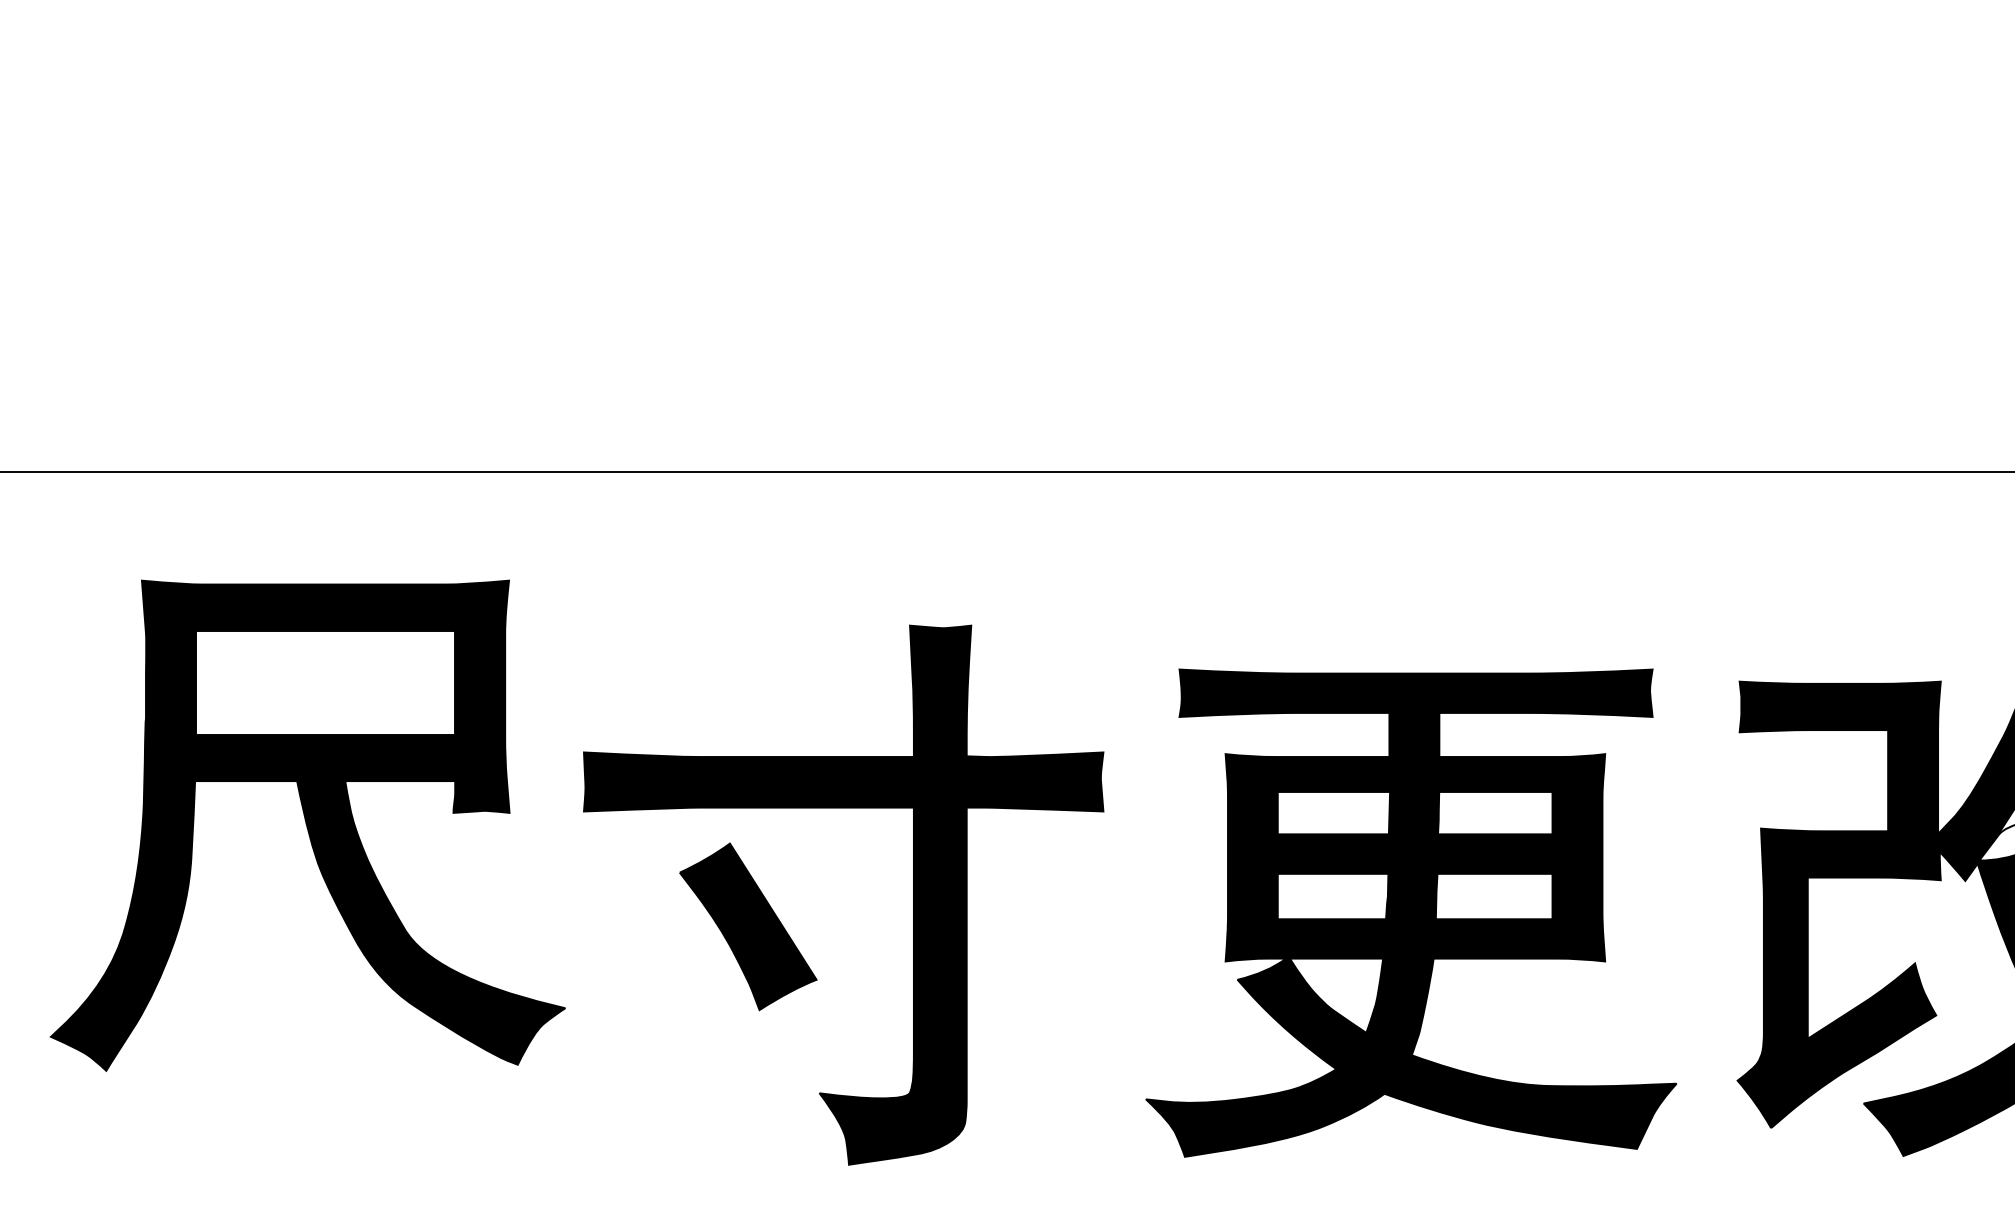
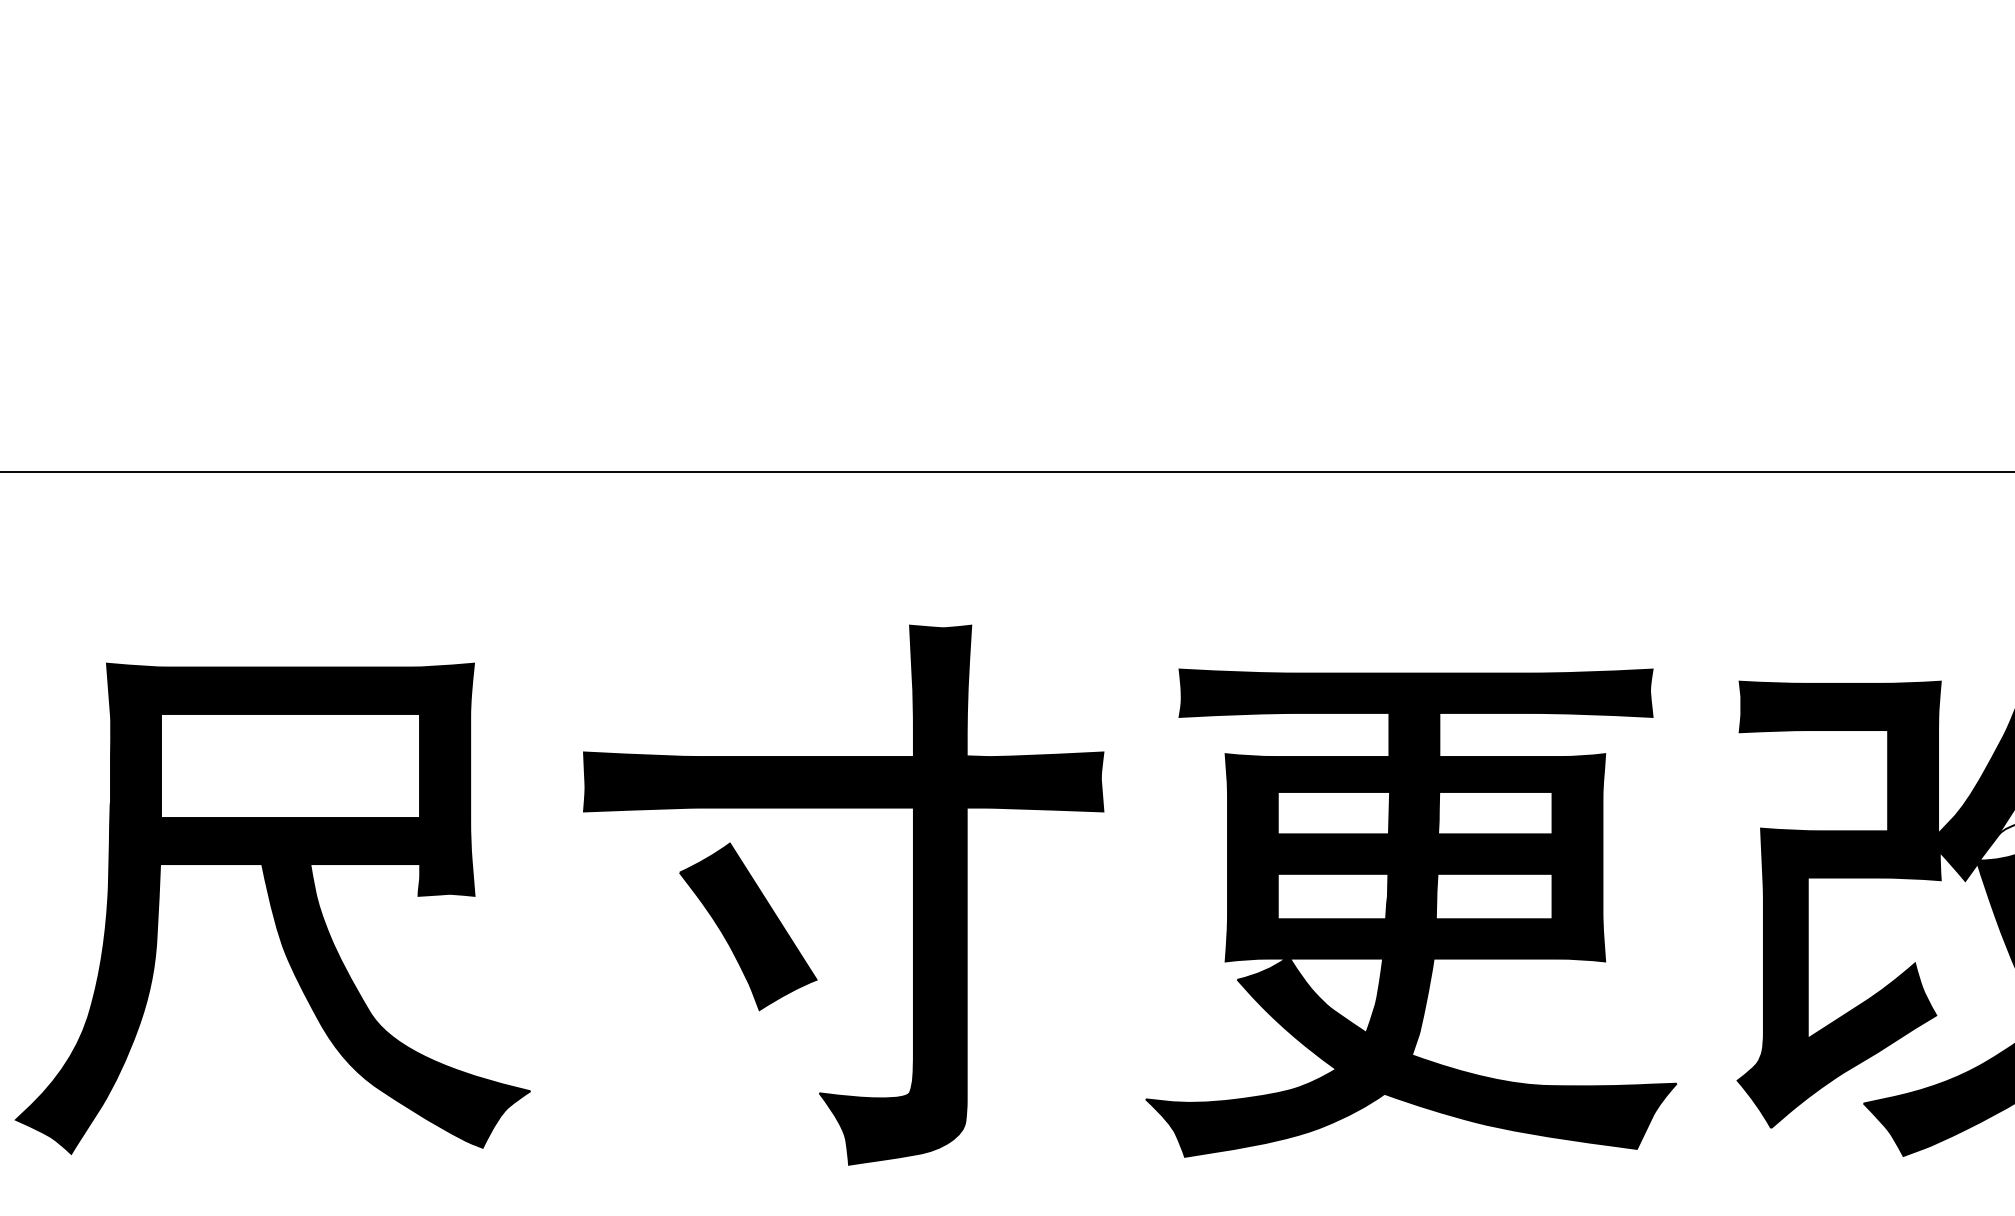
part at (307, 825) position: (307, 825) -> (272, 908)
